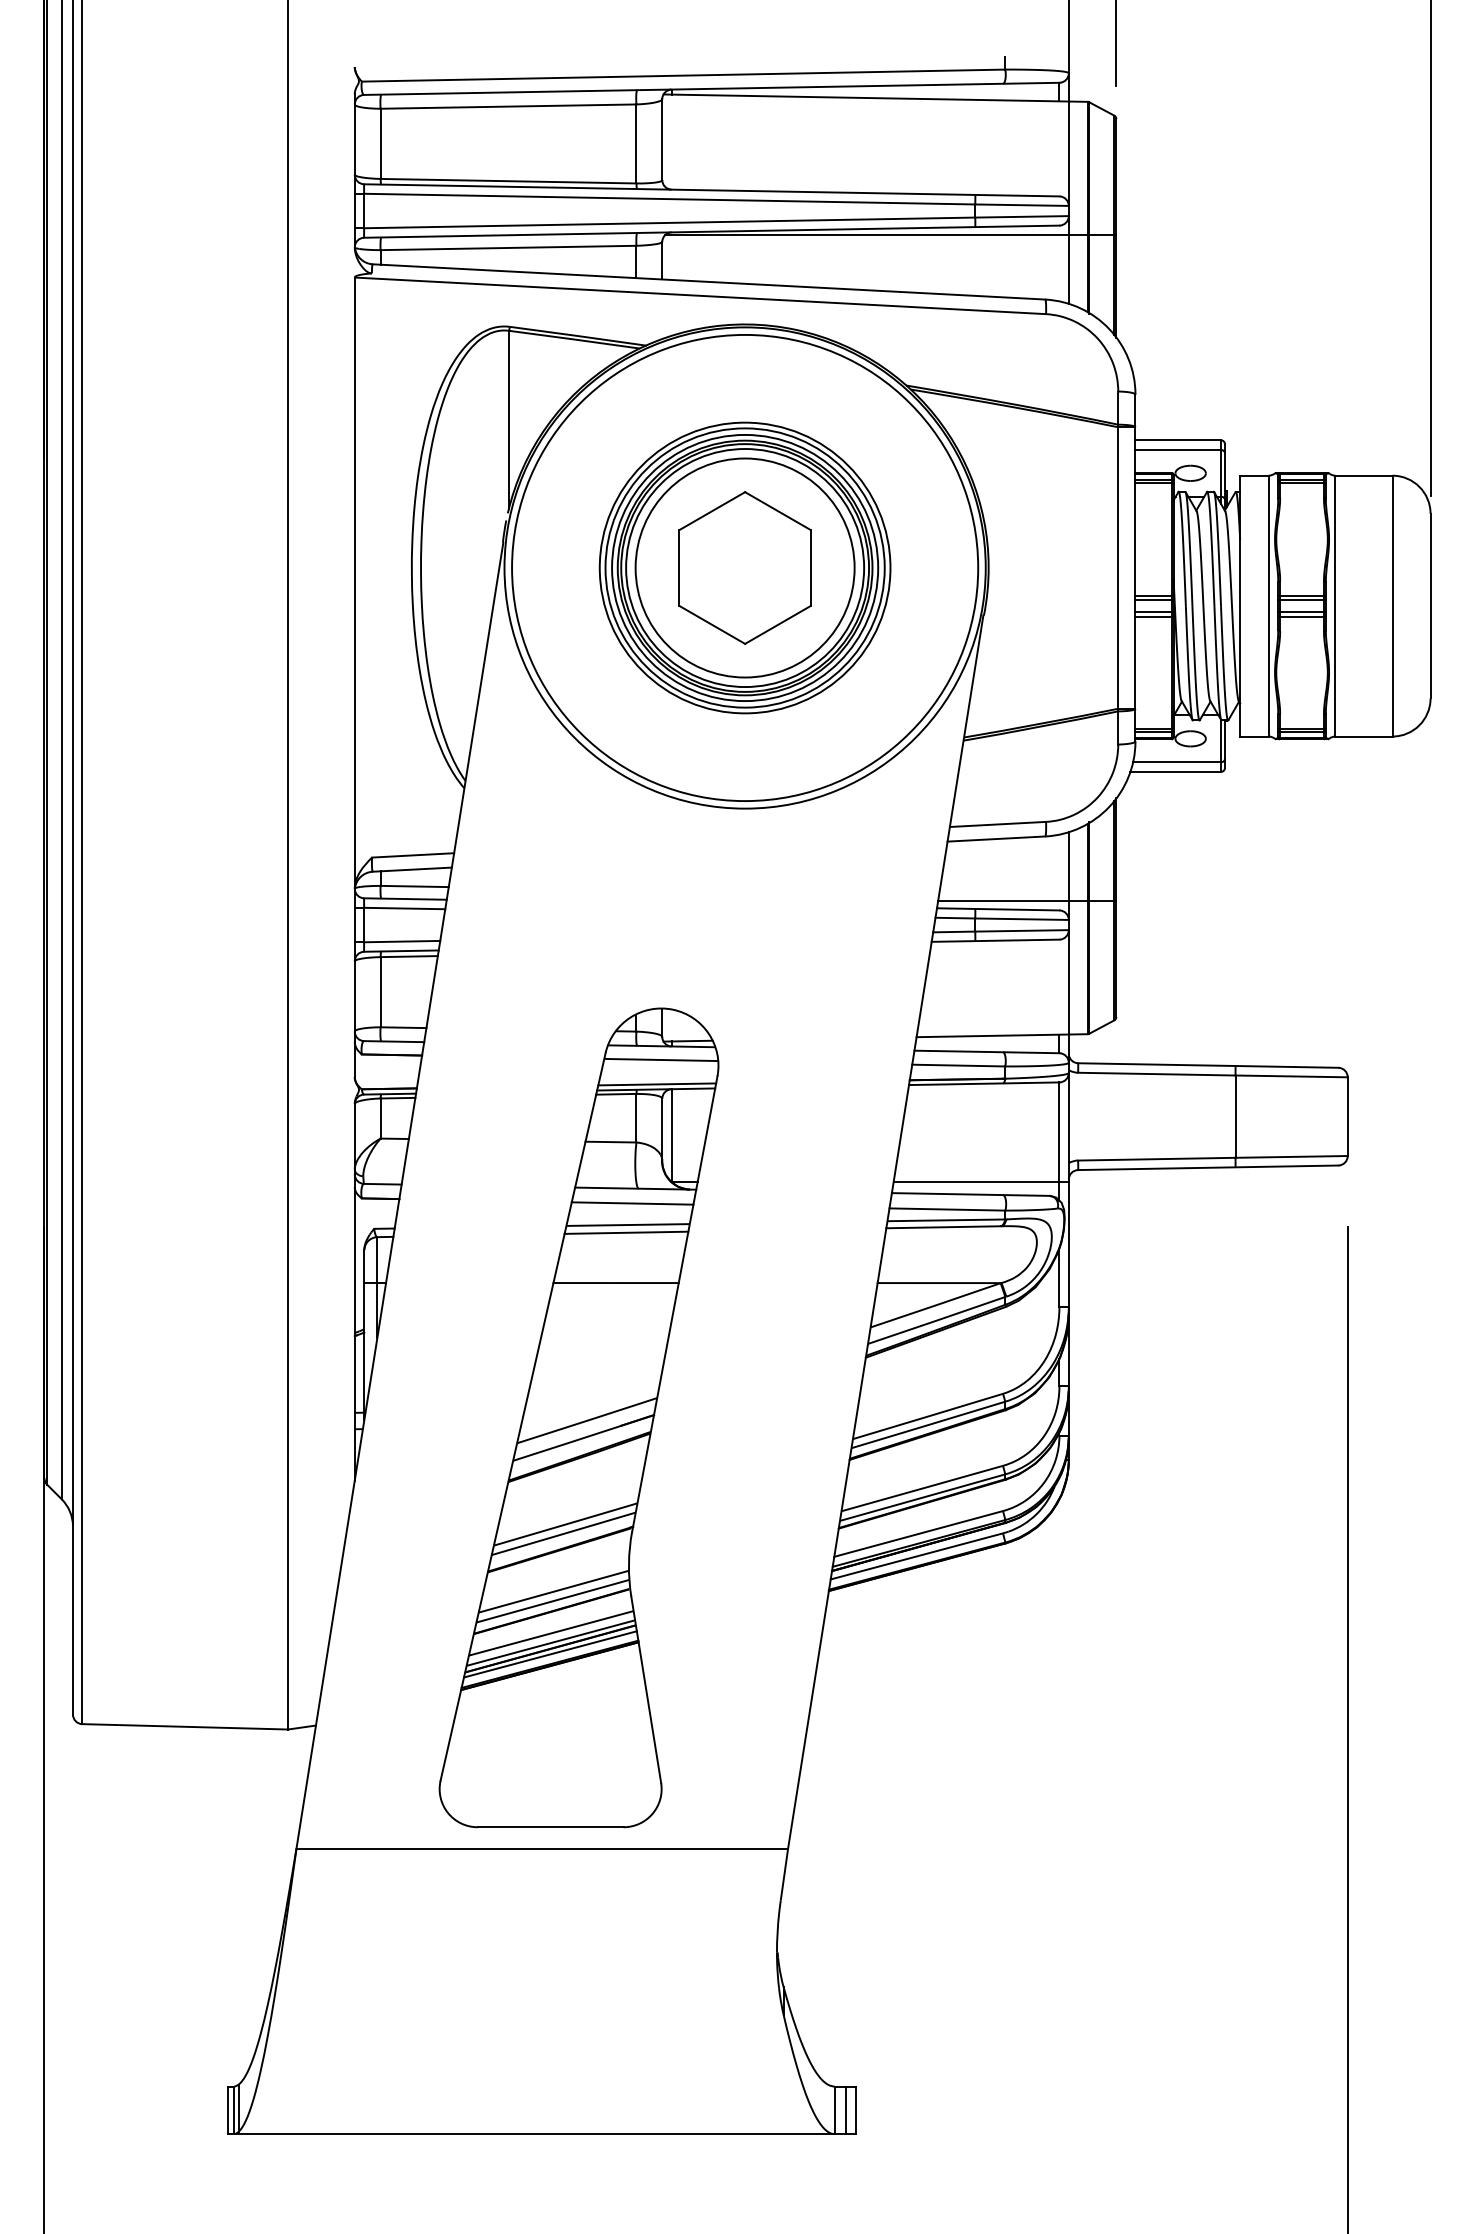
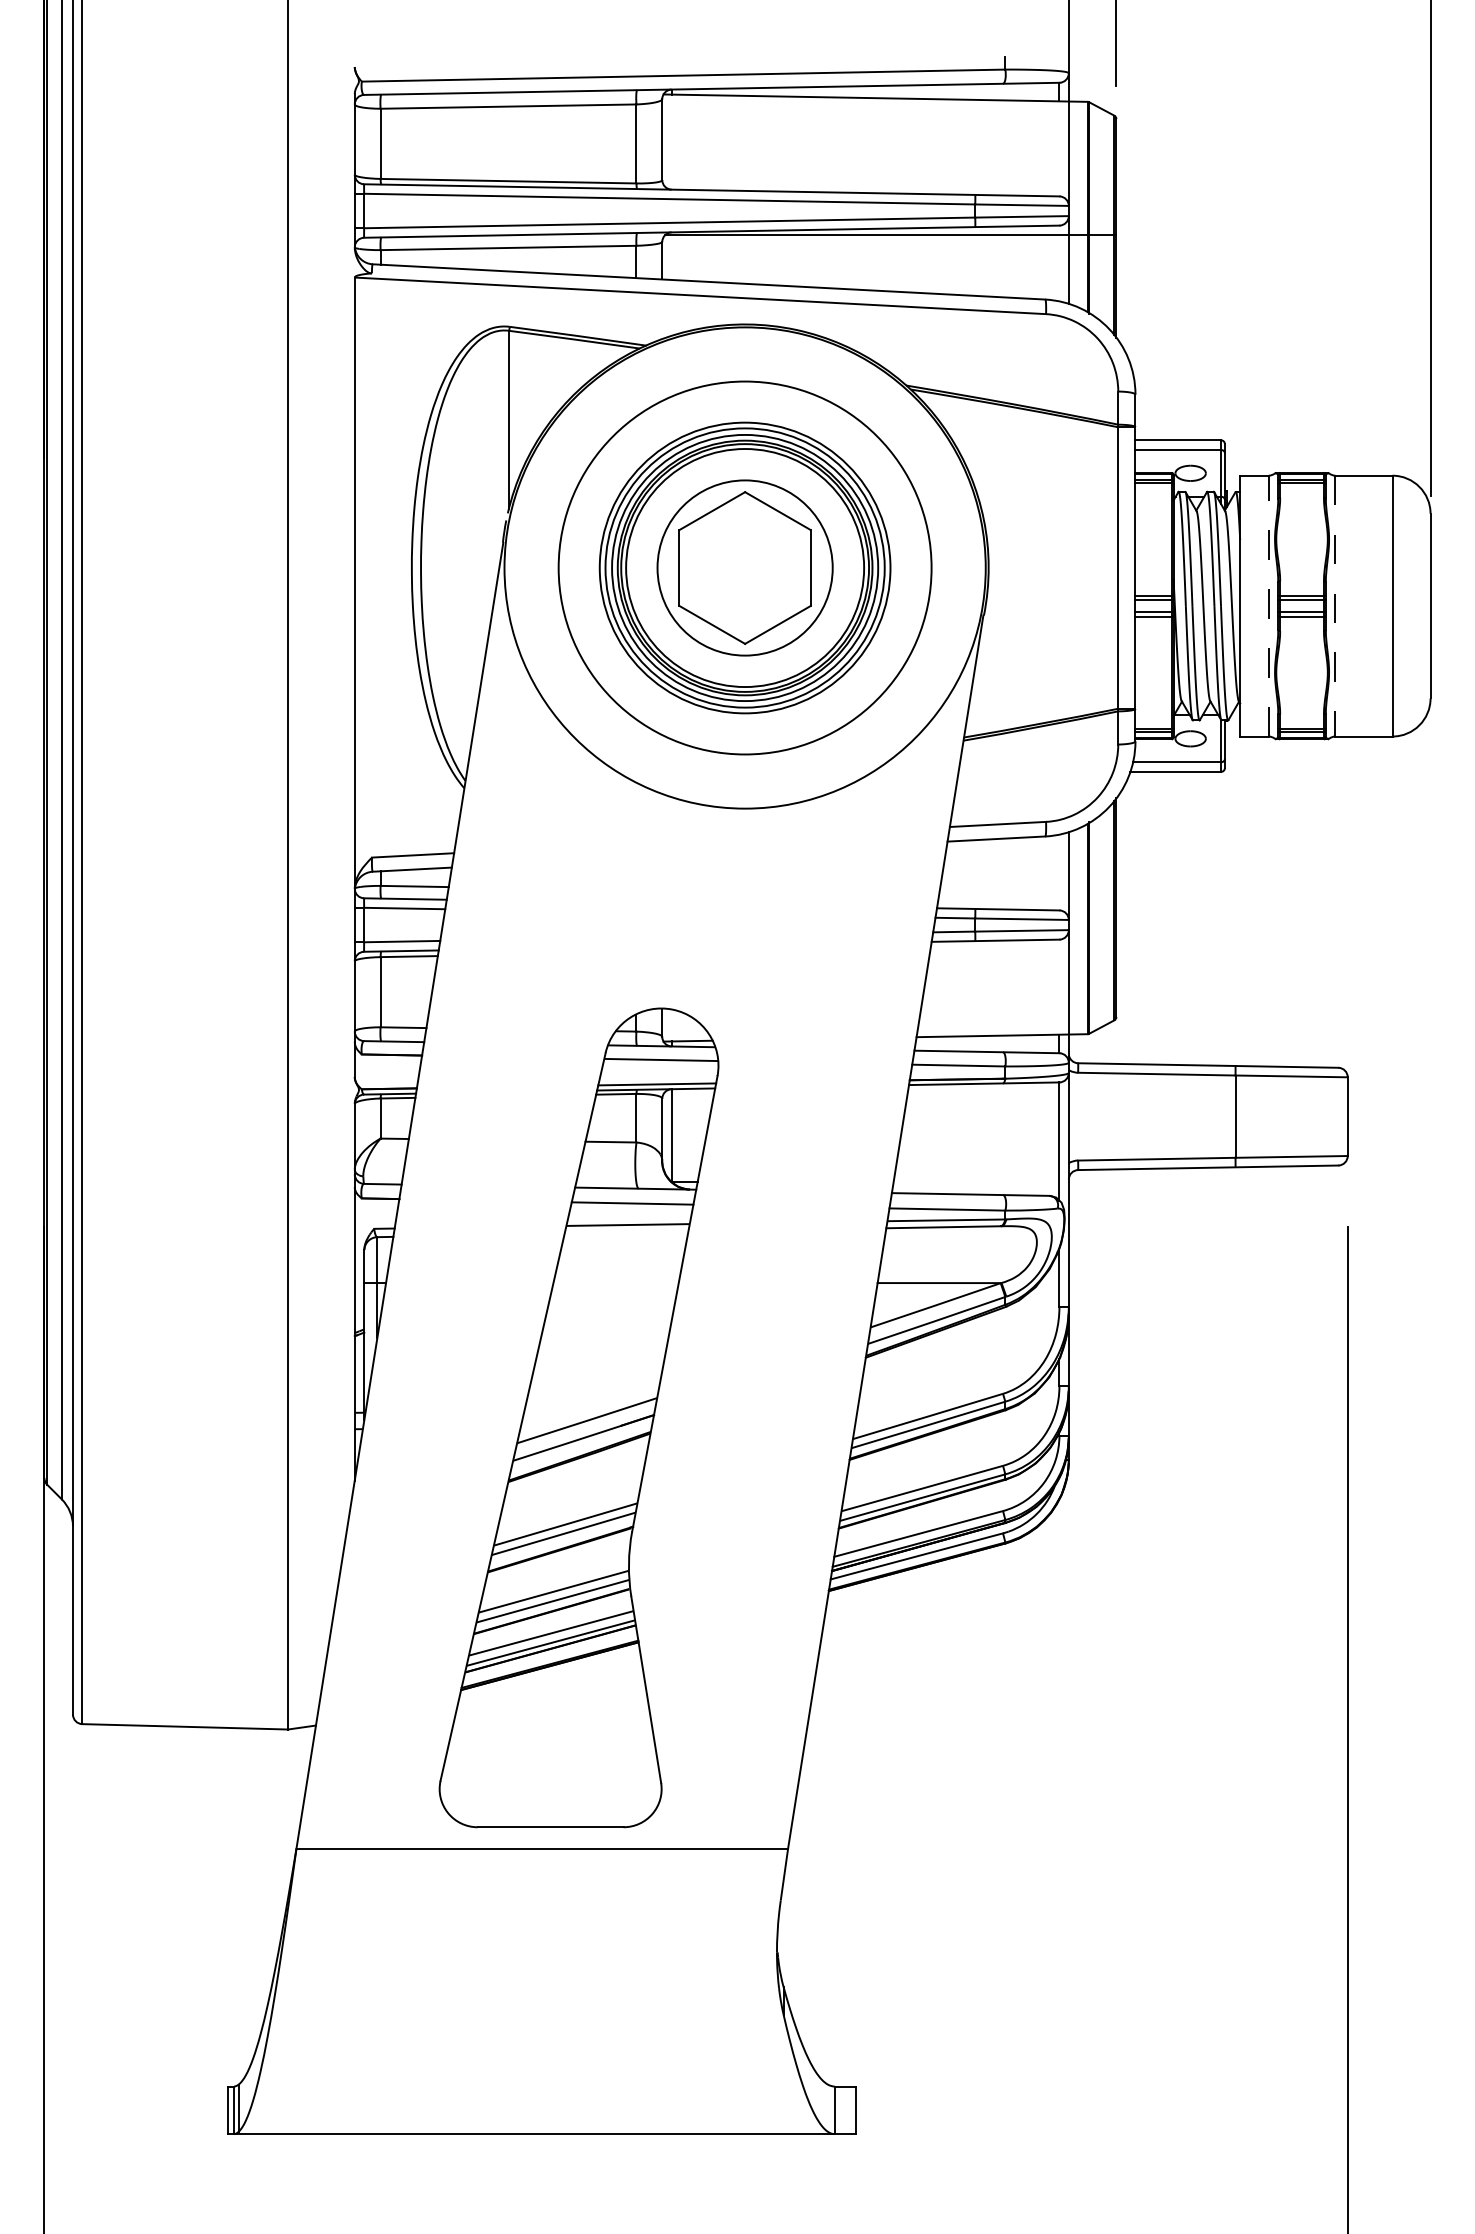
circle at (744, 567) diameter: 219 px -> 175 px
circle at (745, 567) diameter: 466 px -> 373 px
line at (1268, 605): solid -> dashed
line at (1335, 606): solid -> dashed
line at (1027, 901): present -> none
line at (980, 1182): present -> none
line at (626, 1232): present -> none
line at (615, 1283): present -> none
line at (549, 1654): present -> none
line at (846, 2110): present -> none
